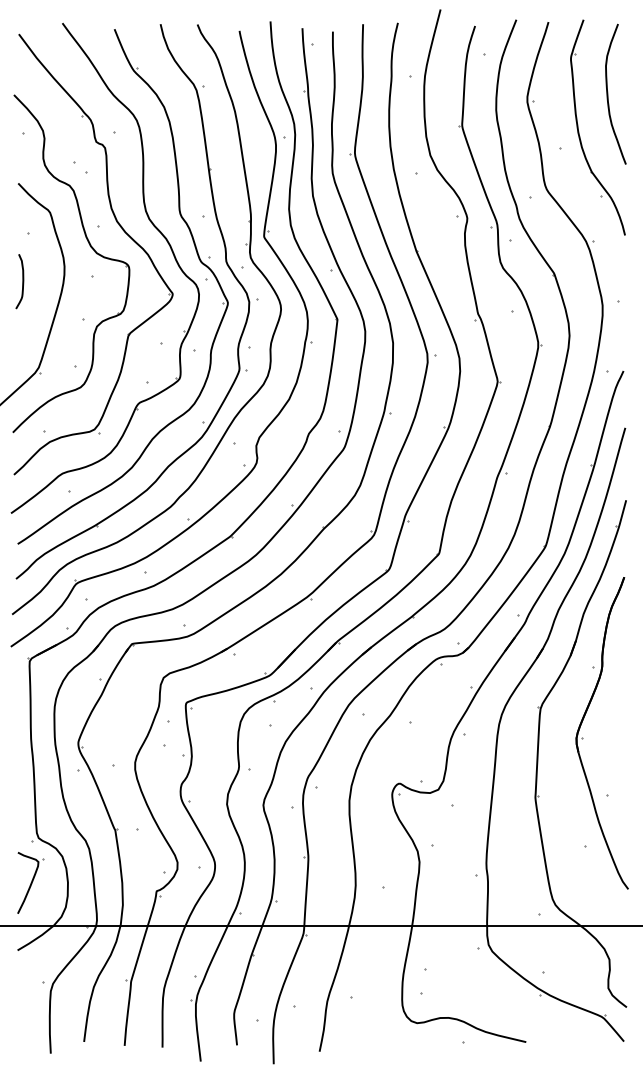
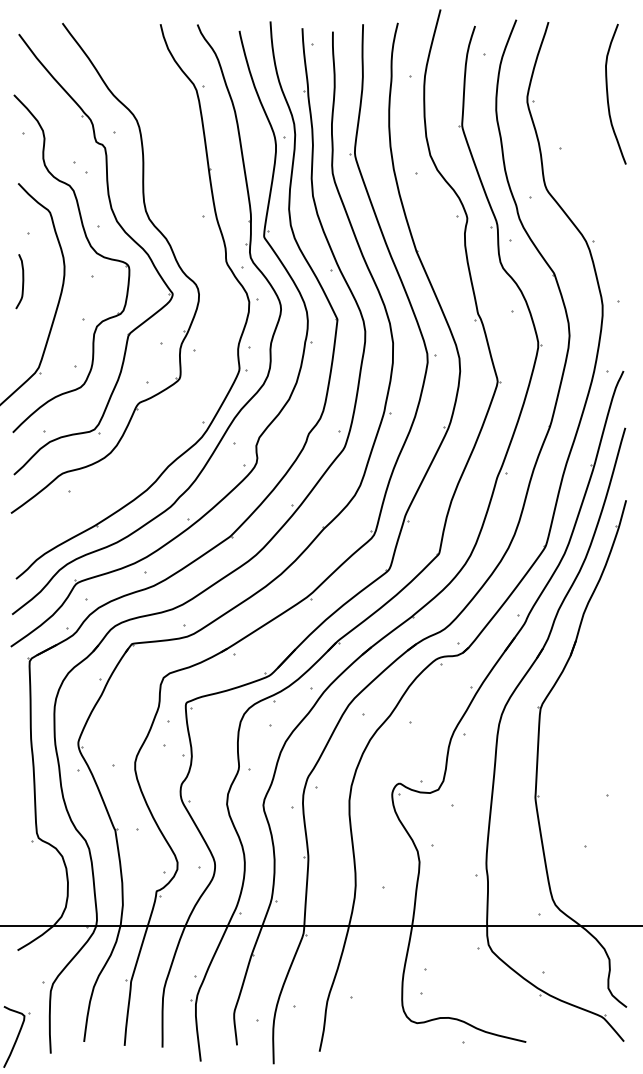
part at (579, 131): present -> none
part at (198, 259): present -> none
part at (583, 738): present -> none
part at (30, 882) position: (30, 882) -> (16, 1036)
